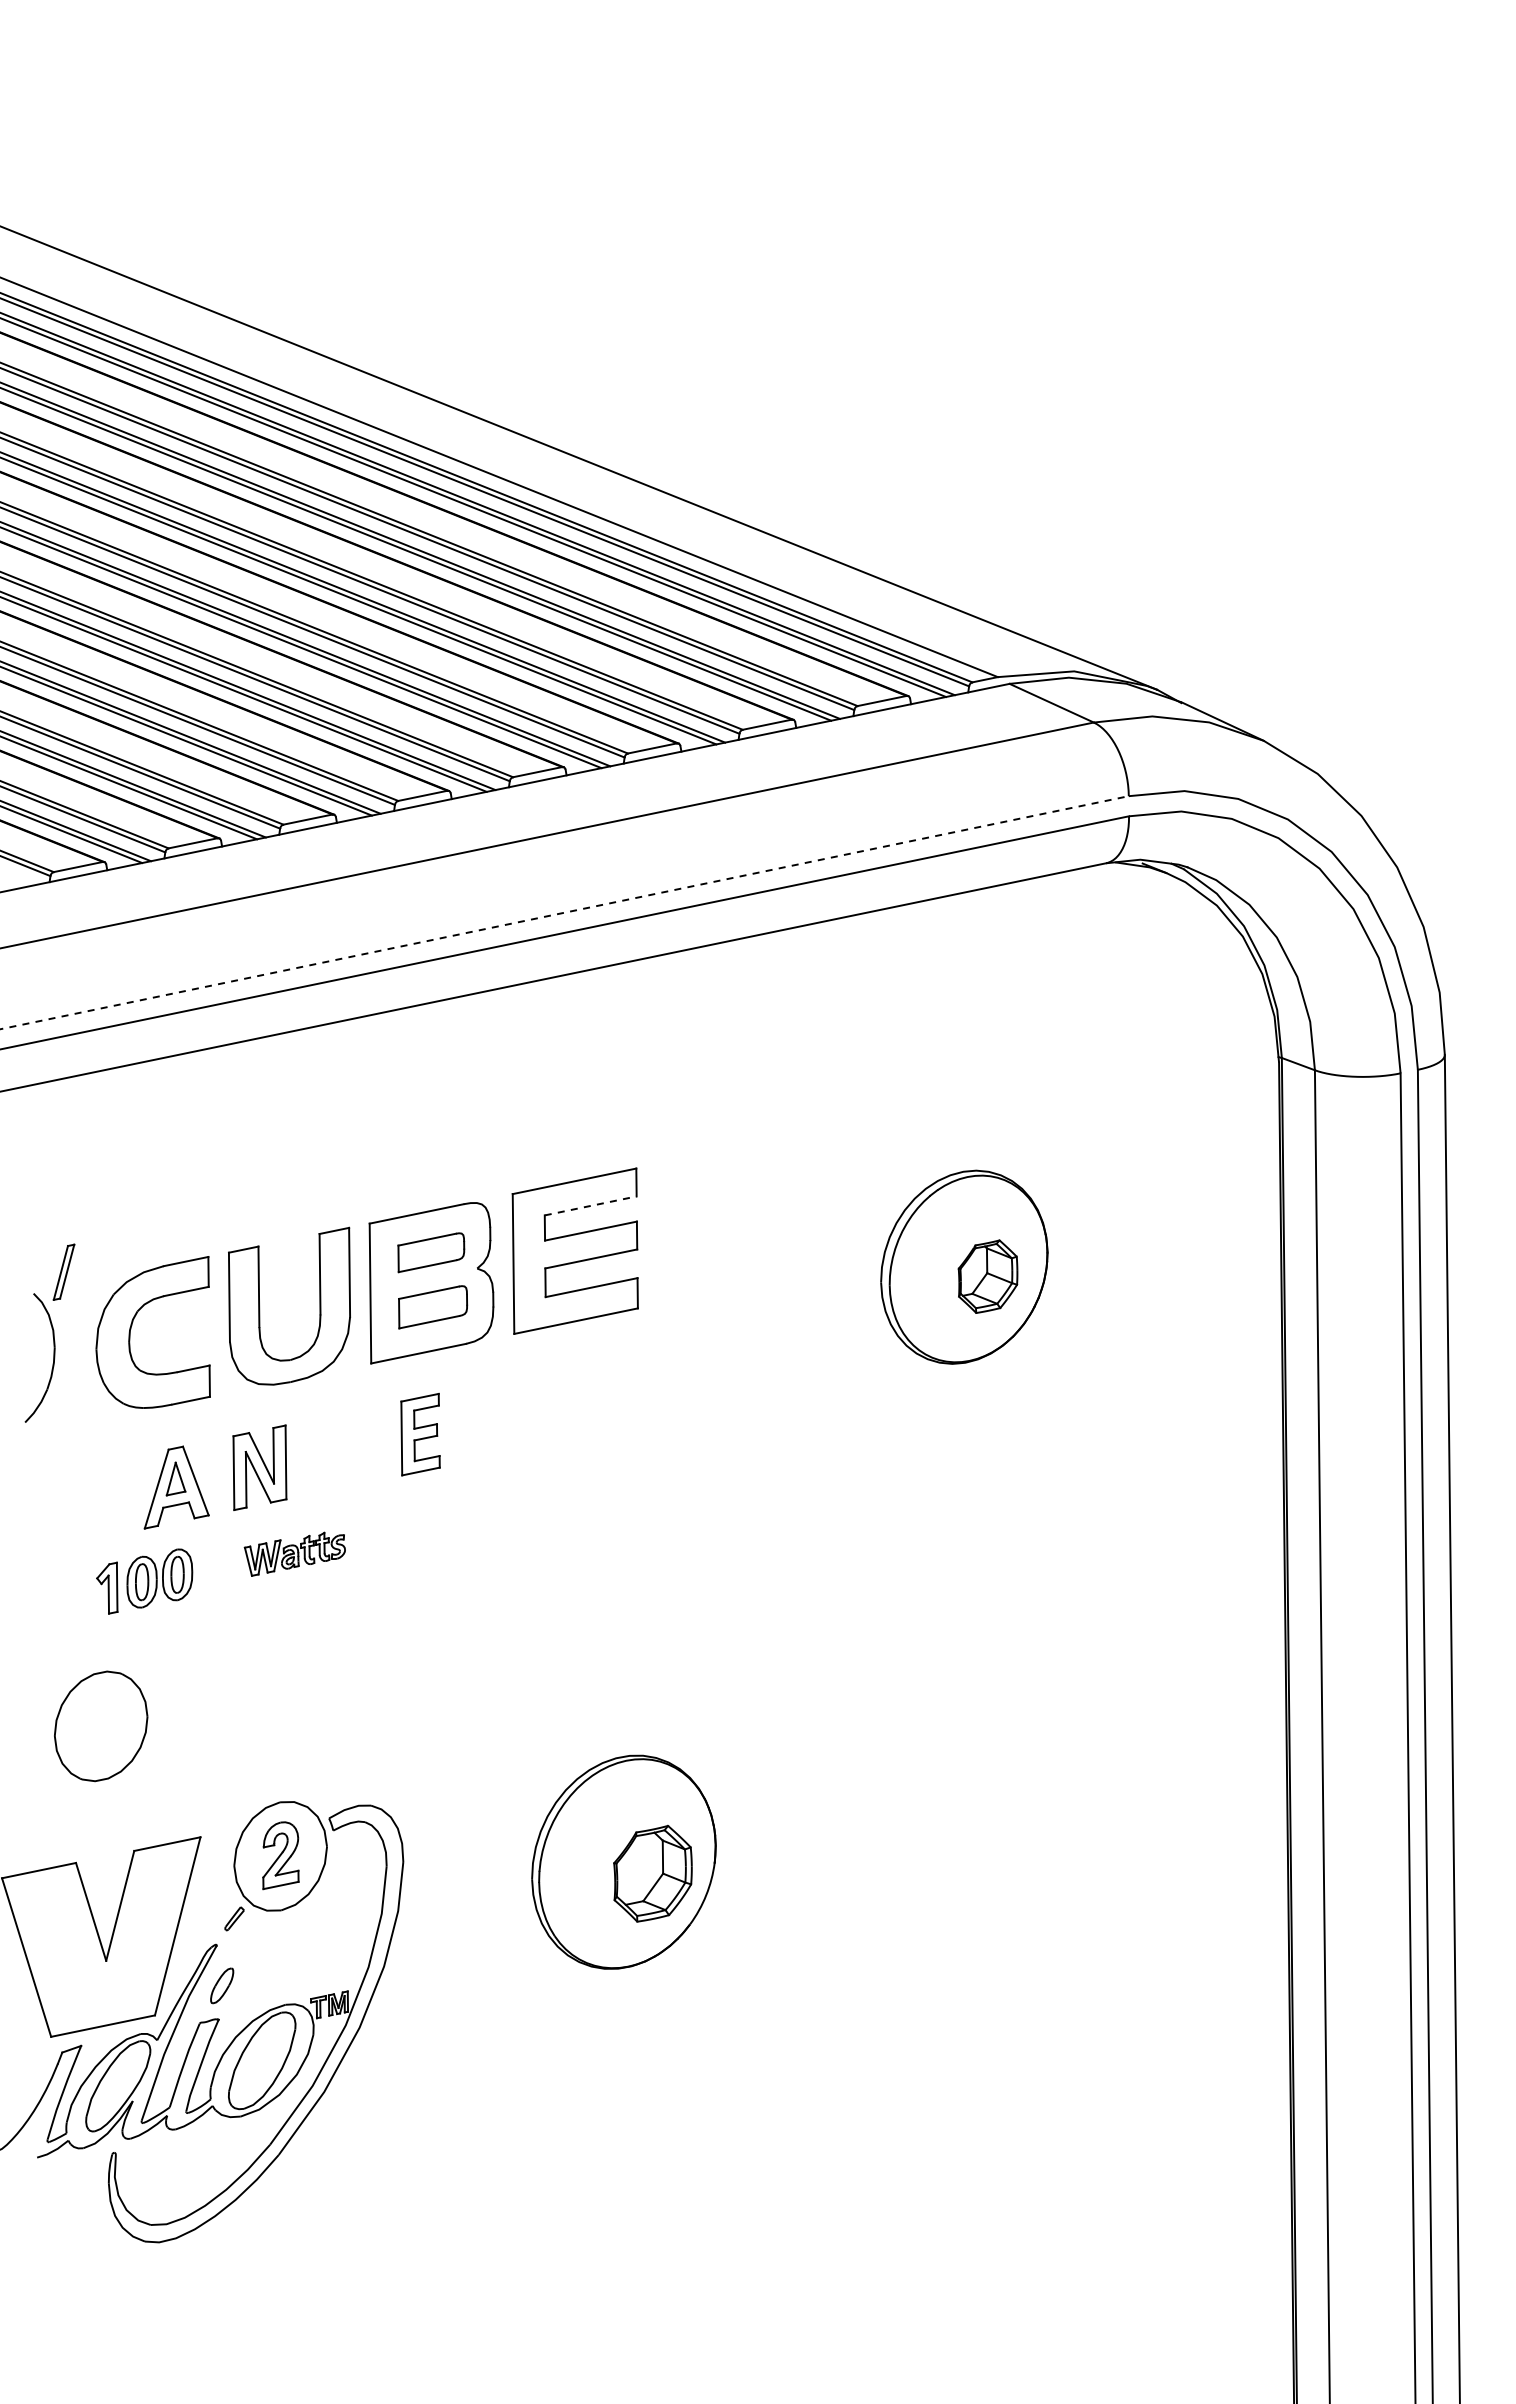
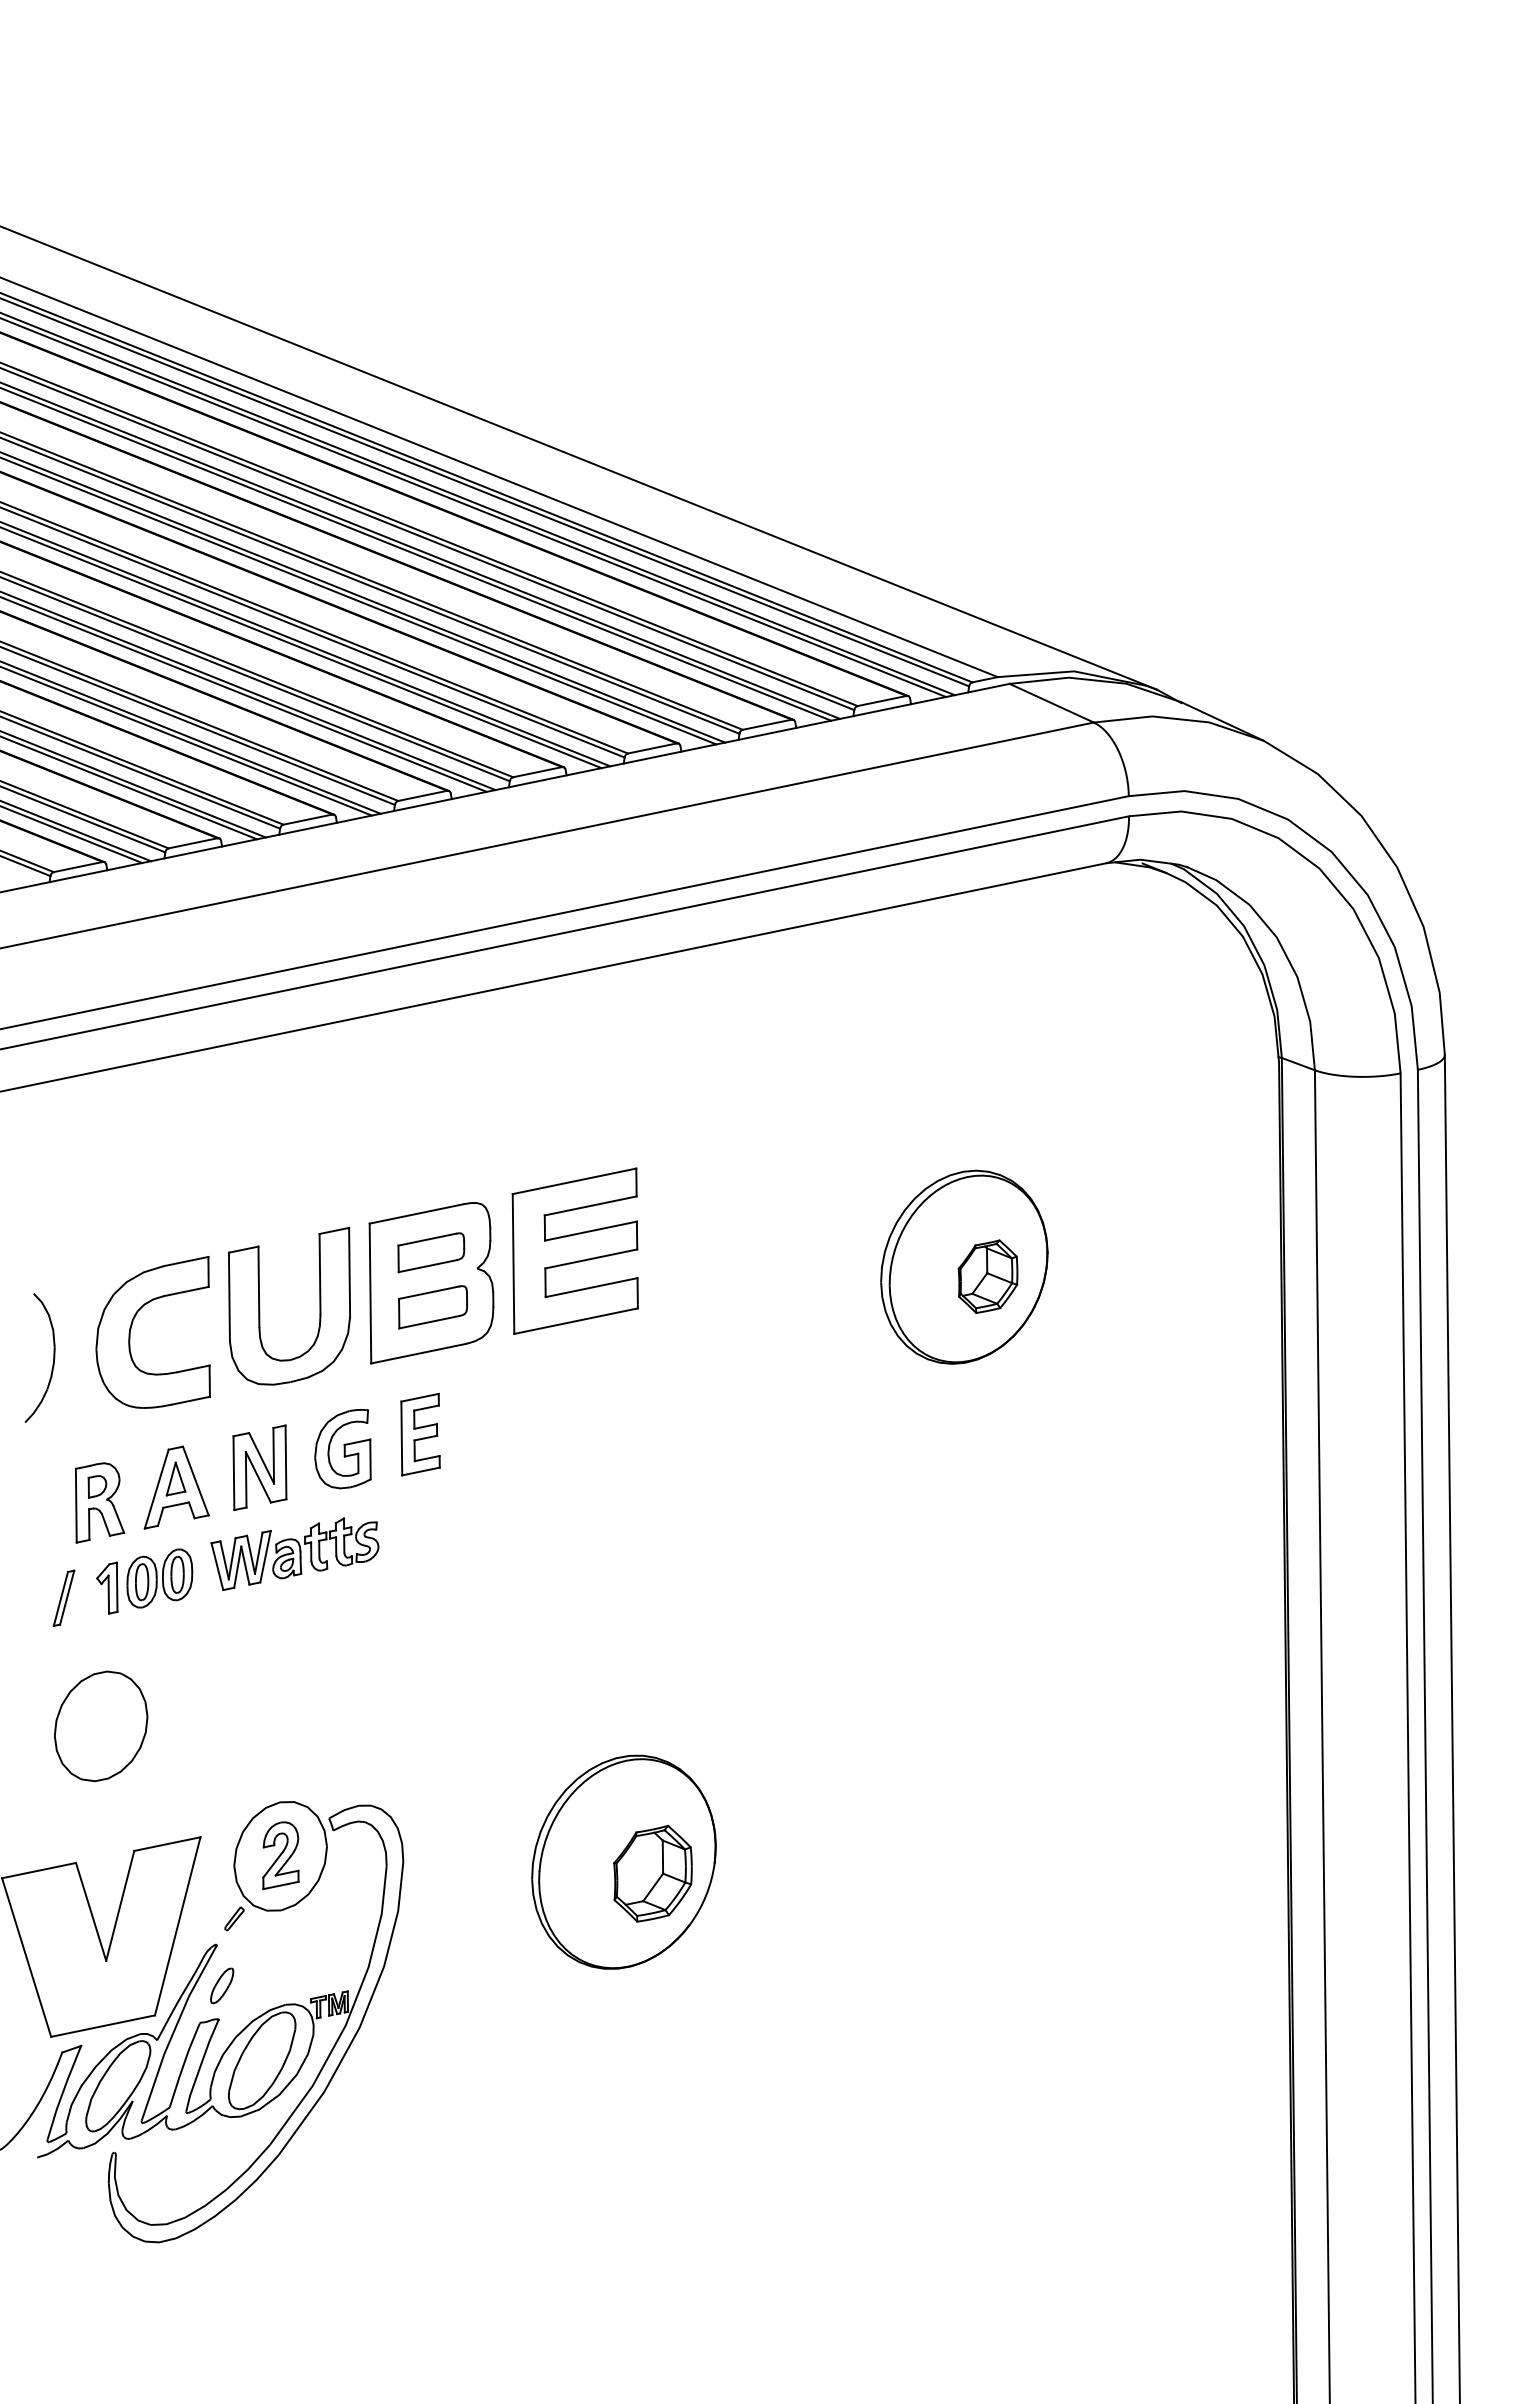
line at (564, 912): dashed -> solid
line at (590, 1205): dashed -> solid
part at (63, 1271) position: (63, 1271) -> (63, 1597)
part at (342, 1449): none -> present
part at (99, 1502): none -> present
part at (294, 1553) size: 103x46 px -> 170x75 px
